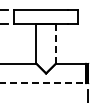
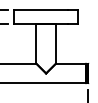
line at (55, 44): dashed -> solid
line at (43, 83): dashed -> solid
